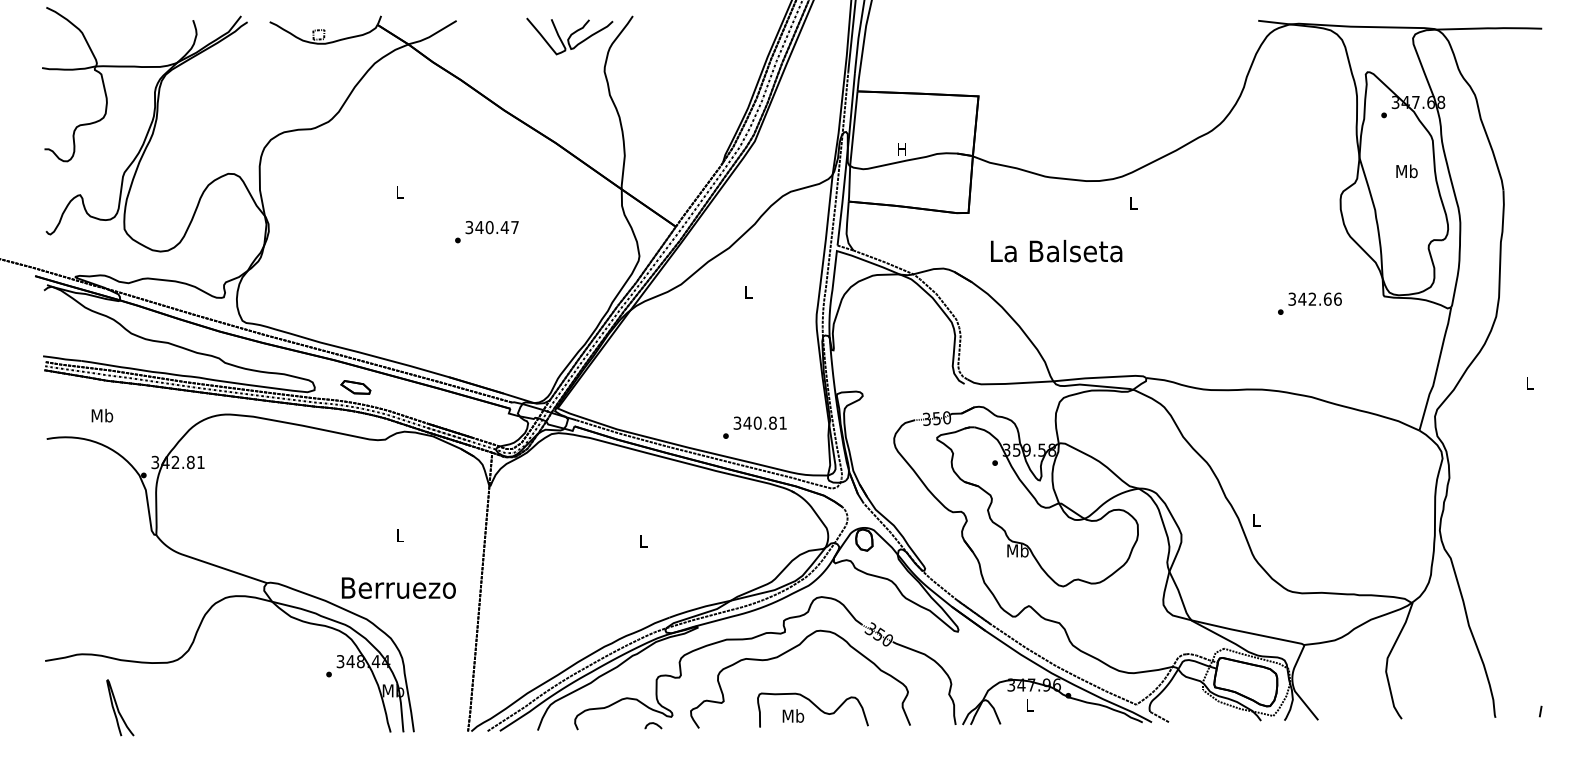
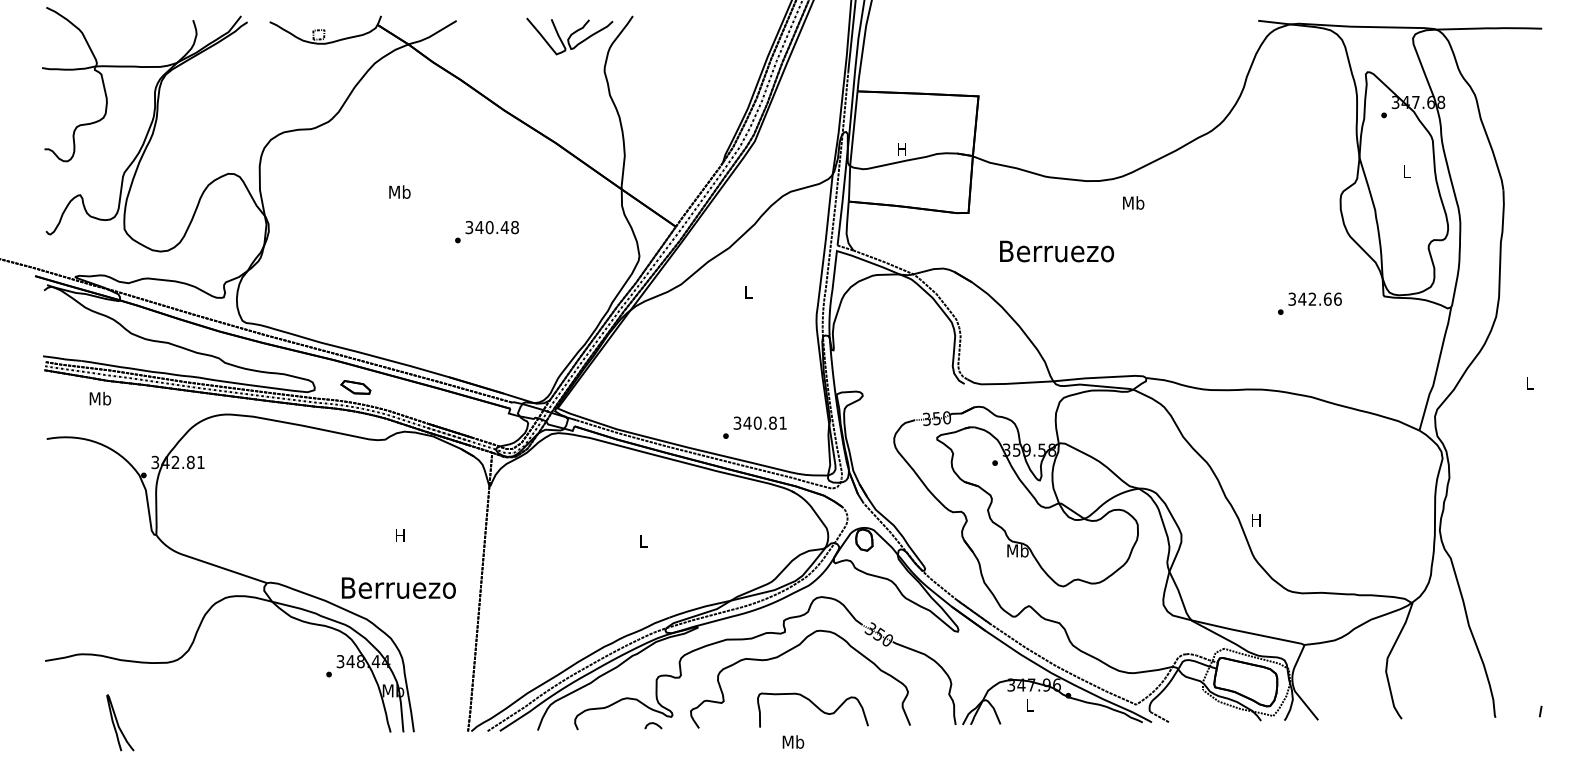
text at (1406, 171): Mb -> L
text at (399, 191): L -> Mb
text at (1133, 202): L -> Mb
text at (514, 227): 340.47 -> 340.48
text at (1056, 250): La Balseta -> Berruezo
text at (102, 415) position: (102, 415) -> (100, 398)
text at (1256, 520): L -> H
text at (400, 535): L -> H
curve at (118, 707) position: (118, 707) -> (118, 722)
text at (793, 715) position: (793, 715) -> (793, 741)
